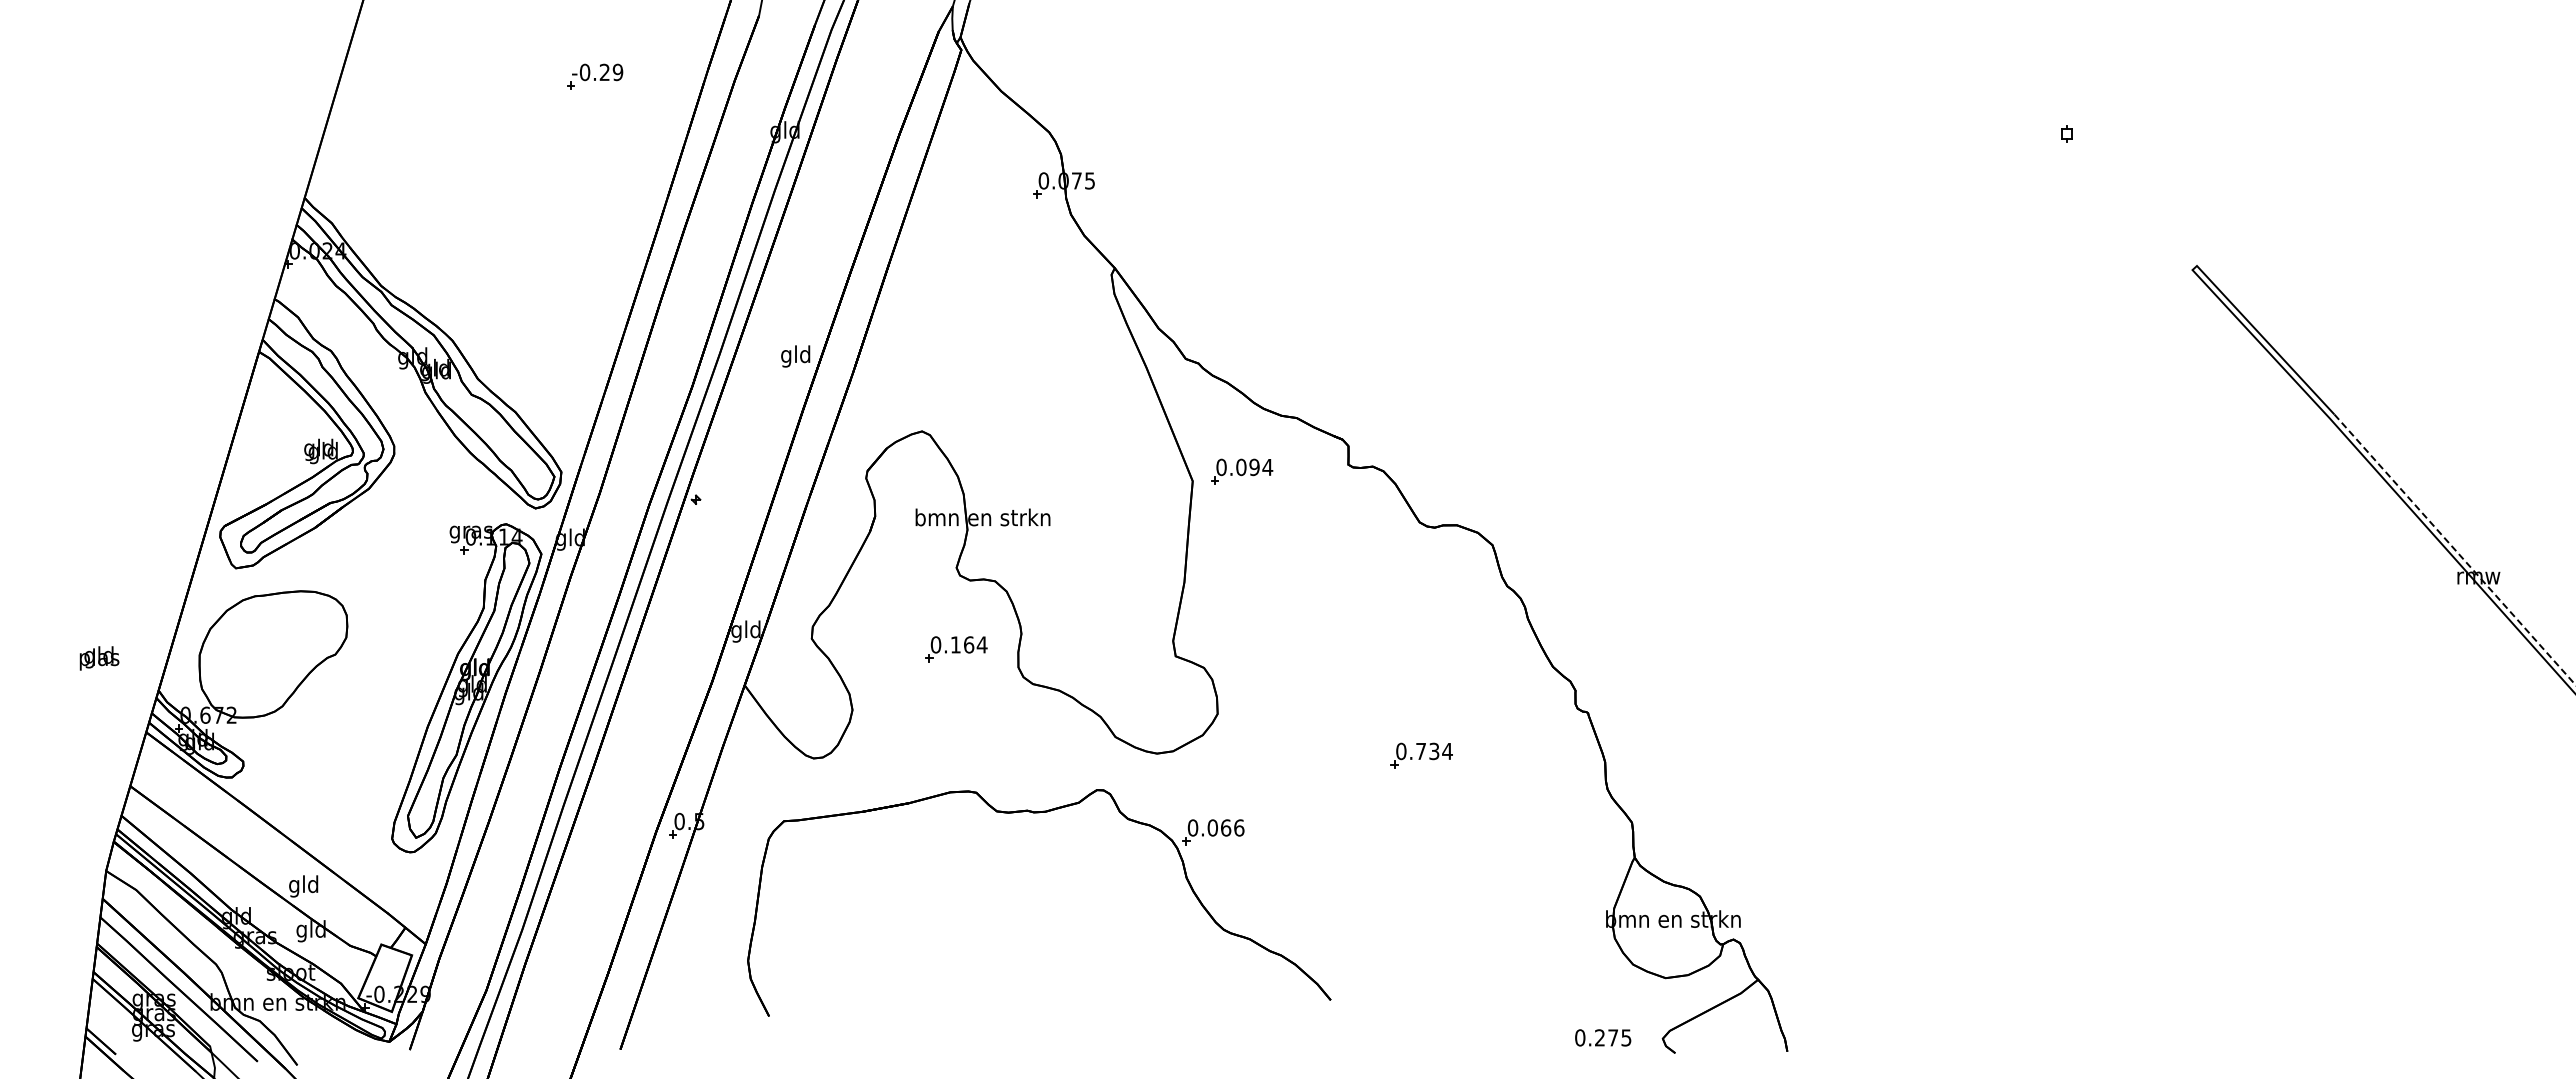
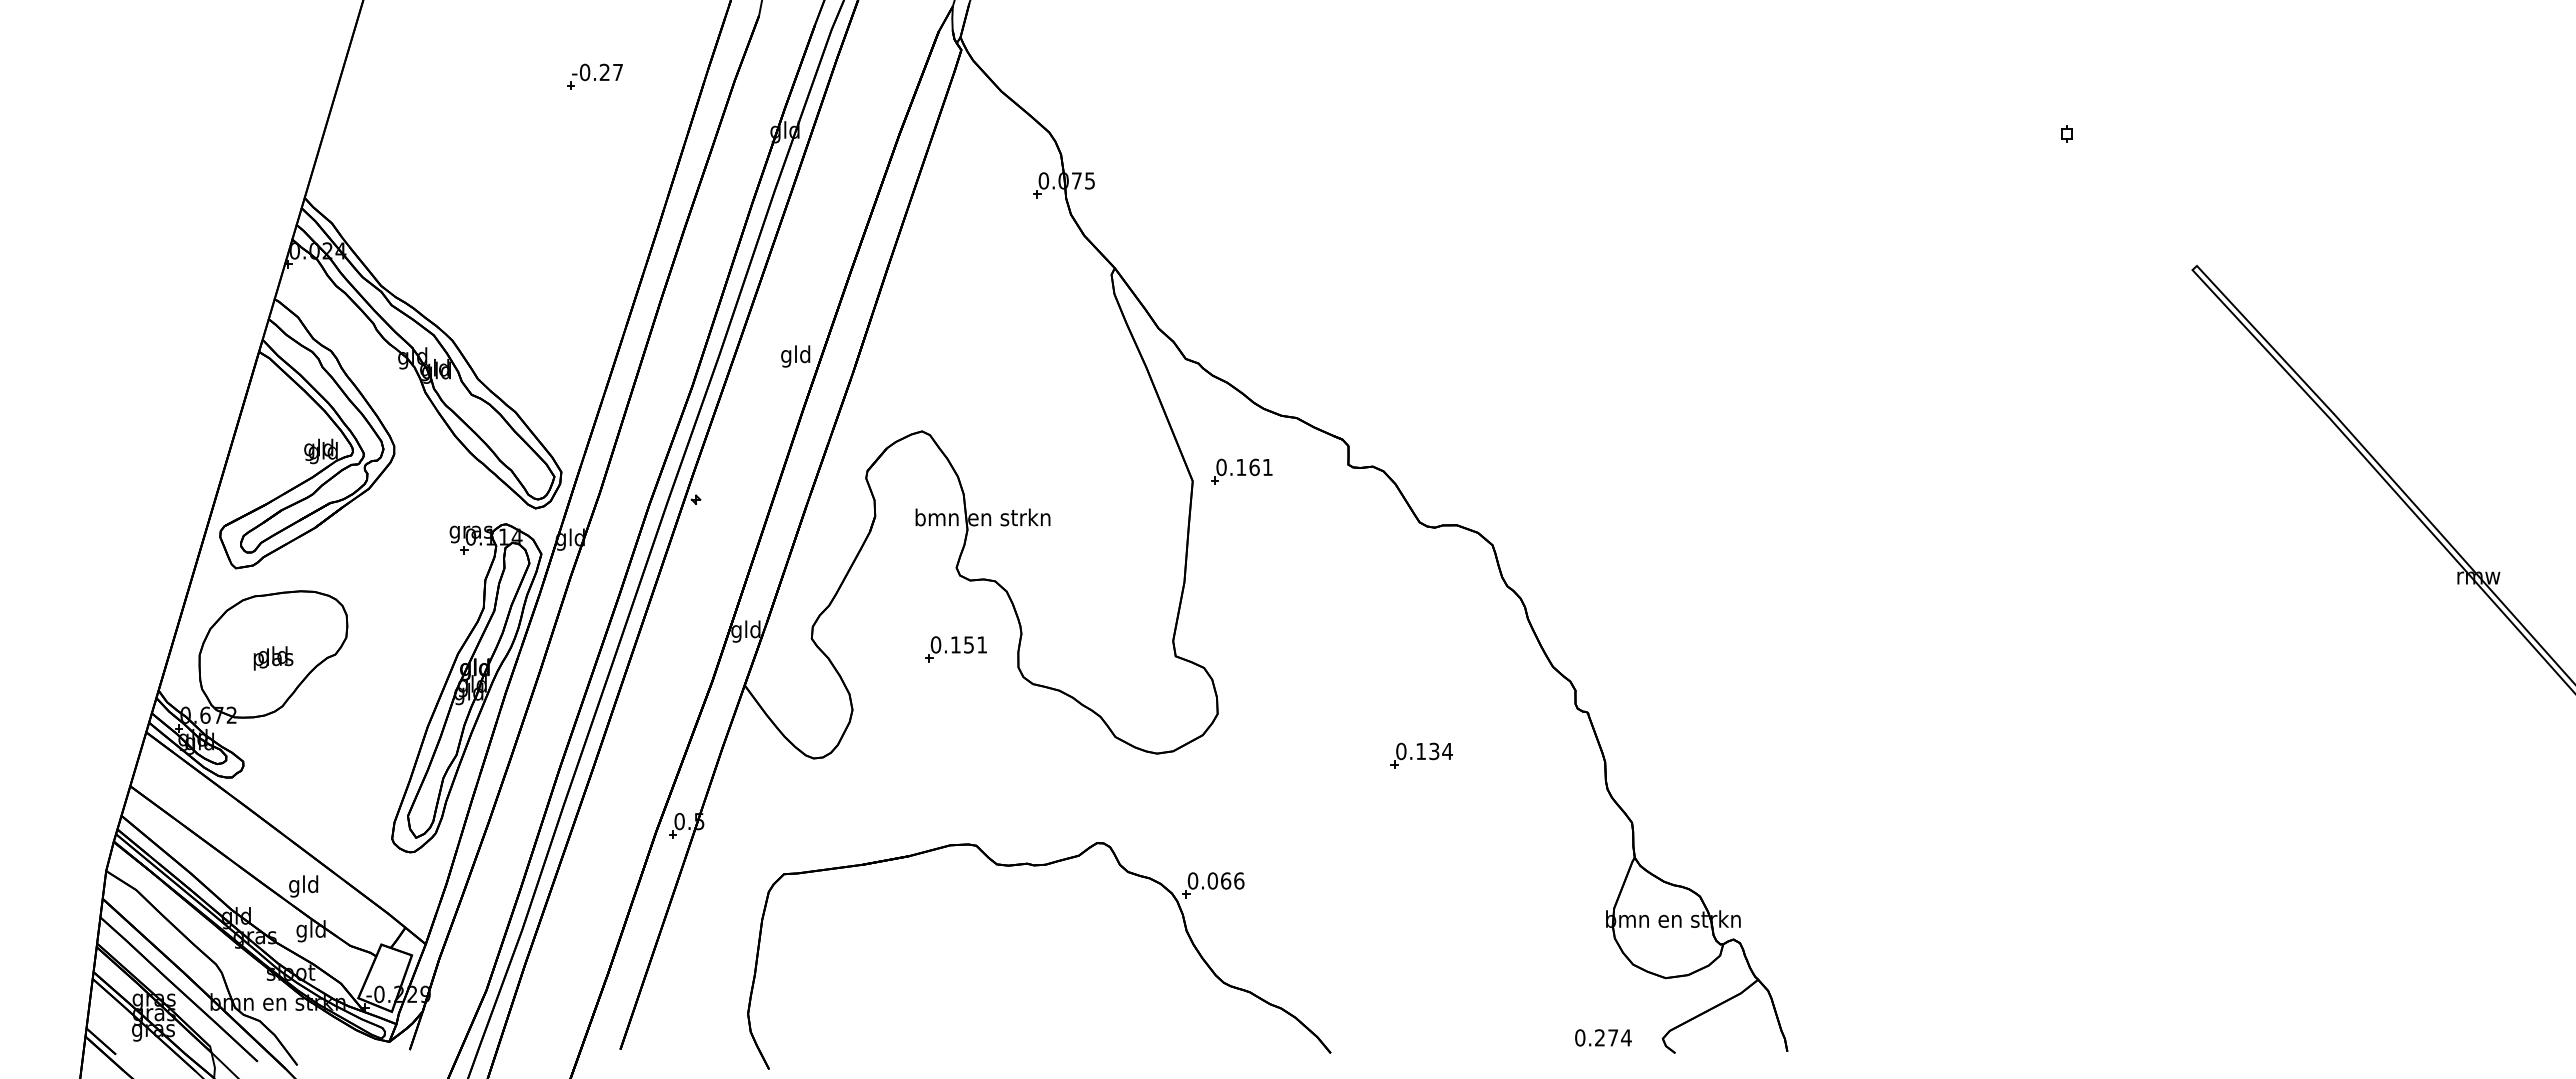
text at (617, 72): -0.29 -> -0.27
text at (1254, 467): 0.094 -> 0.161
line at (2455, 550): dashed -> solid
text at (975, 644): 0.164 -> 0.151
text at (99, 658) position: (99, 658) -> (273, 658)
text at (1420, 751): 0.734 -> 0.134
part at (1039, 813) position: (1039, 813) -> (1039, 866)
text at (1626, 1037): 0.275 -> 0.274
